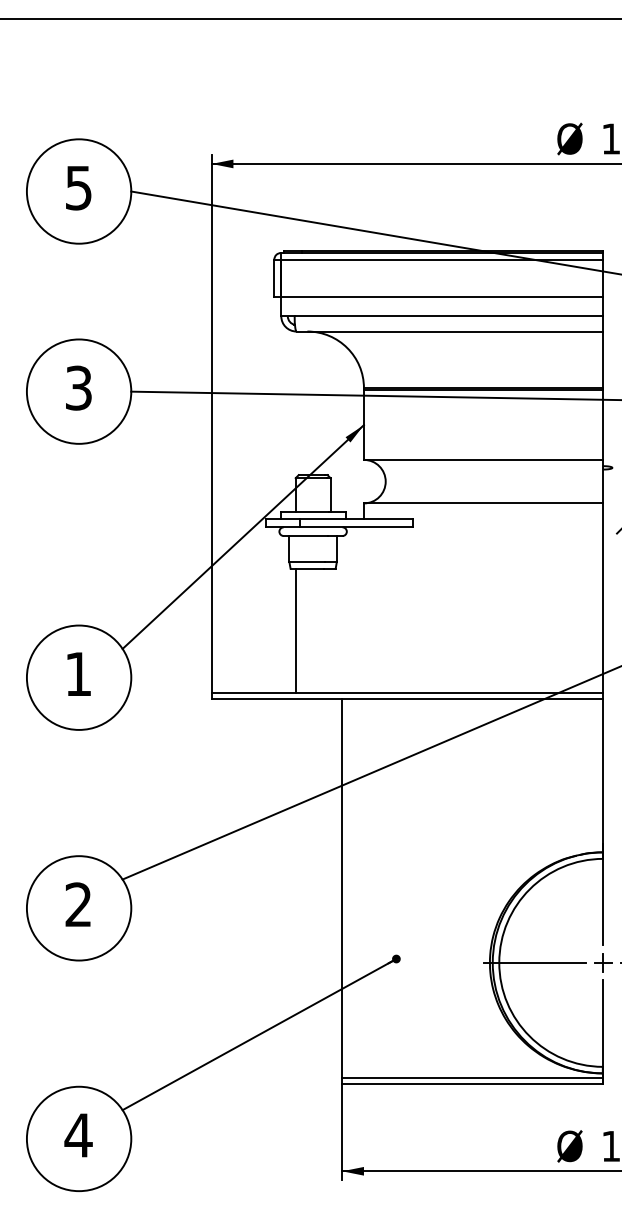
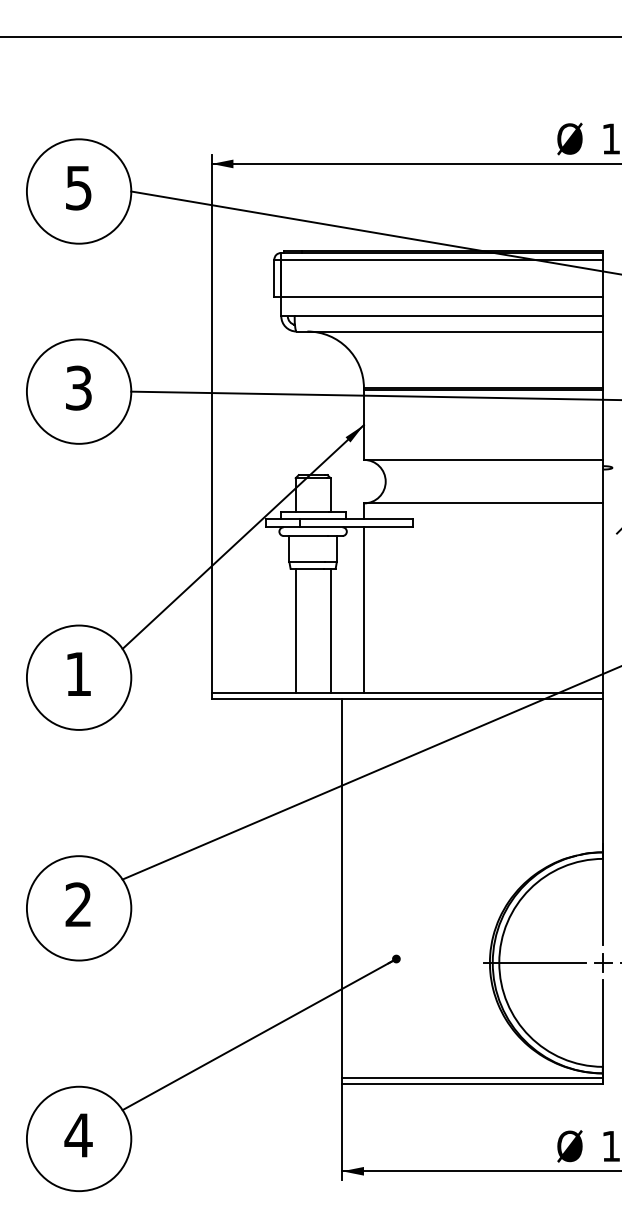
line at (310, 18) position: (310, 18) -> (310, 36)
line at (363, 609): none -> present
line at (330, 630): none -> present
